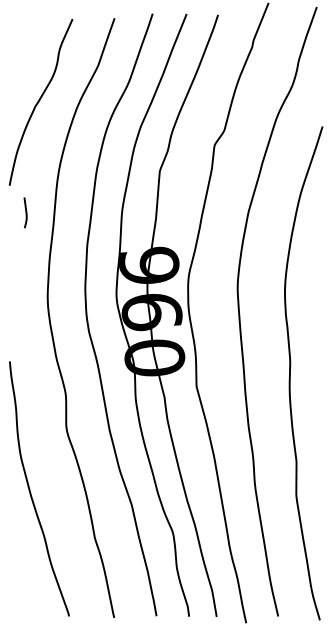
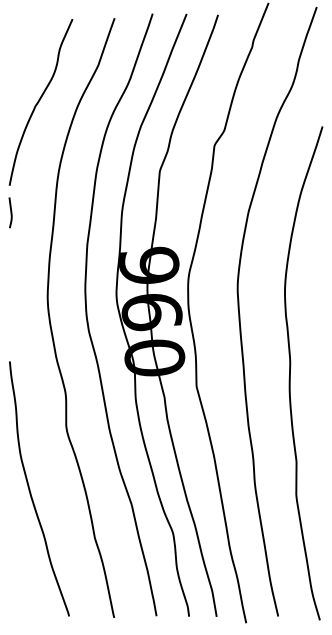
curve at (25, 212) position: (25, 212) -> (10, 212)
